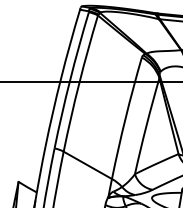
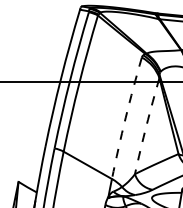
arc at (125, 117): solid -> dashed
arc at (146, 125): solid -> dashed
